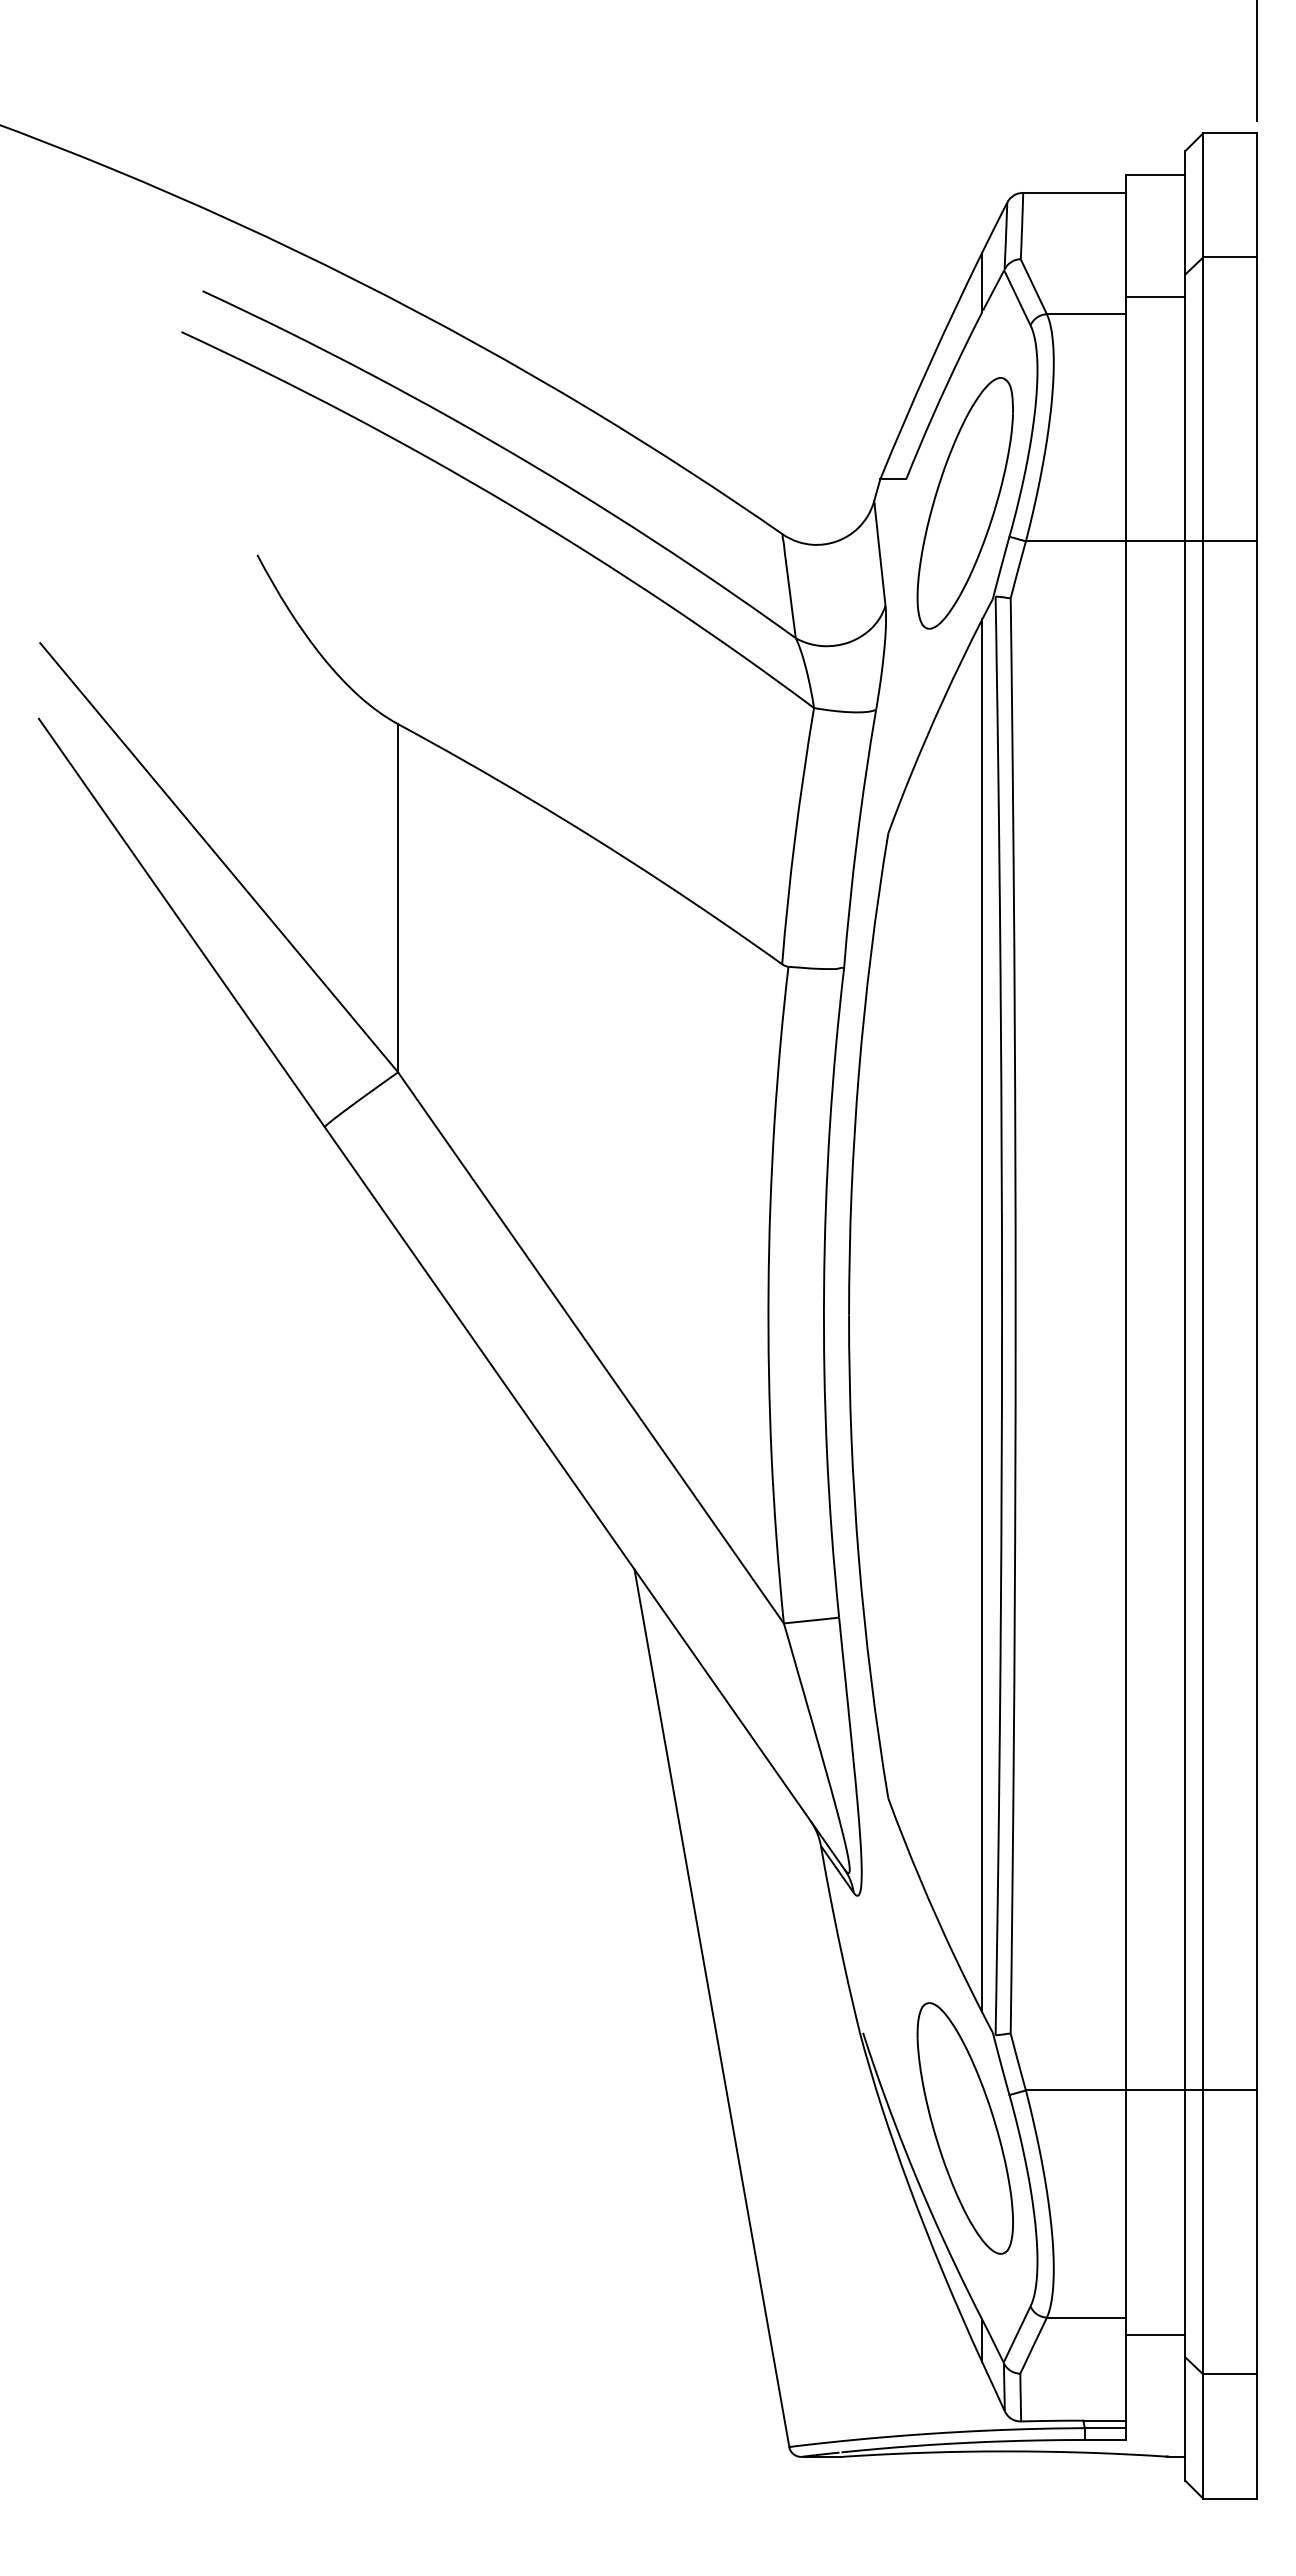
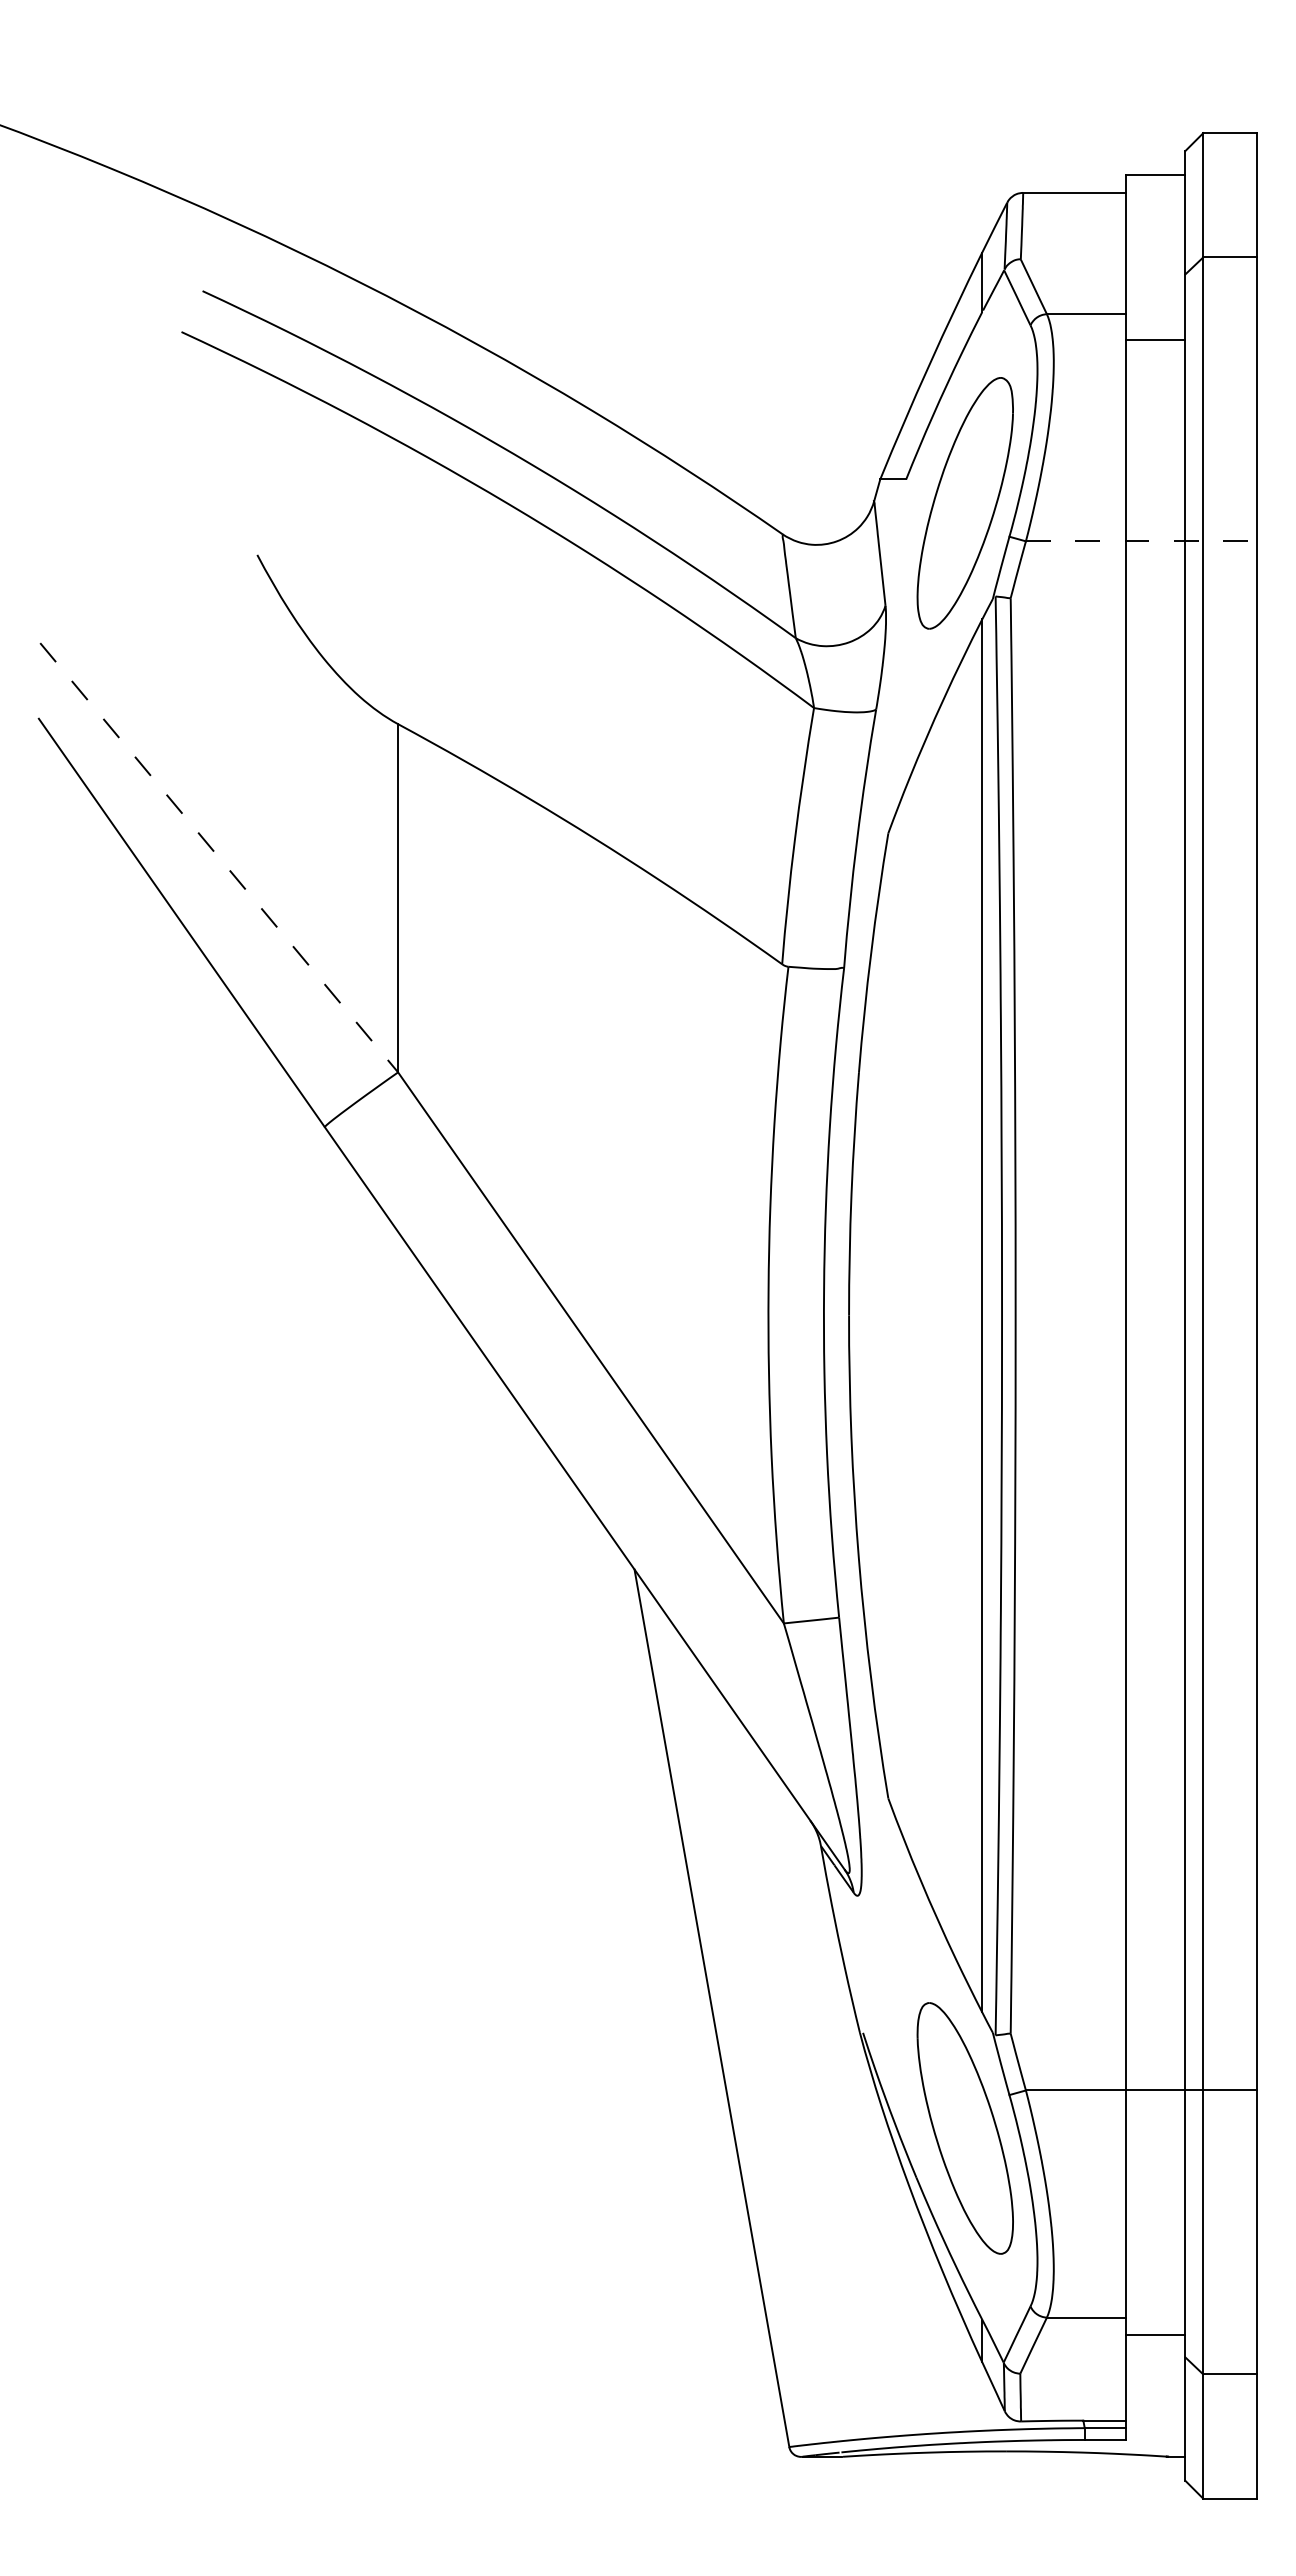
line at (1257, 61): present -> none
line at (1155, 297) position: (1155, 297) -> (1155, 340)
line at (1141, 541): solid -> dashed
line at (219, 858): solid -> dashed
